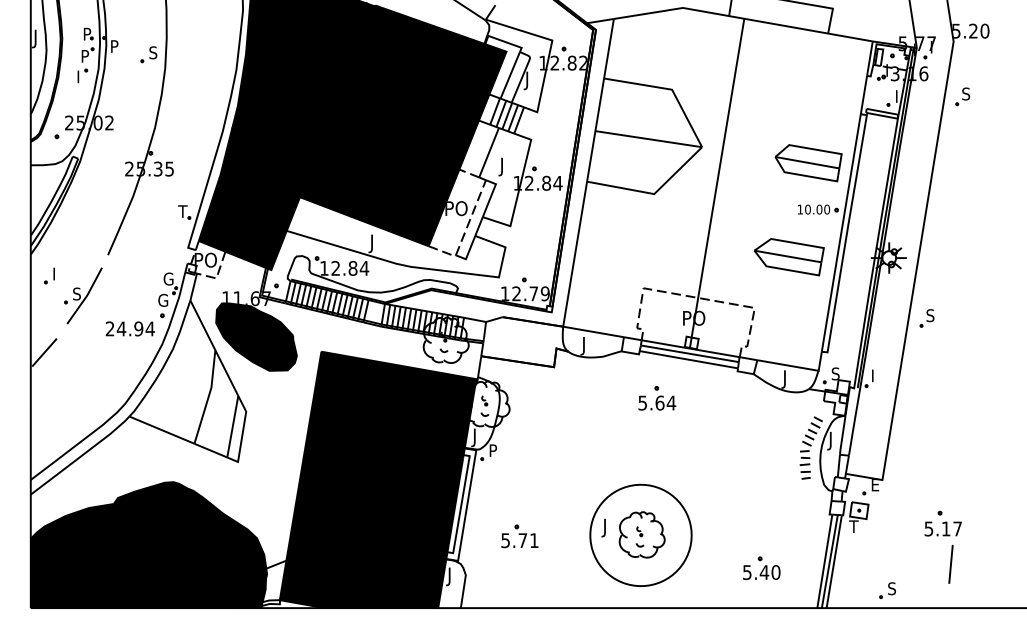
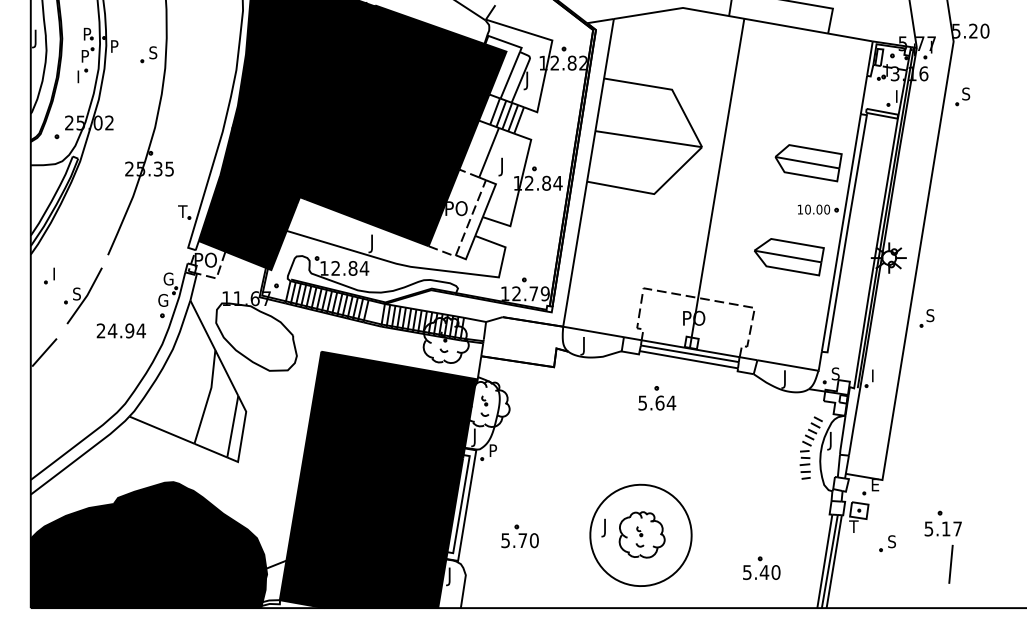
text at (129, 328) position: (129, 328) -> (120, 330)
fill at (256, 336): present -> none
text at (533, 540): 5.71 -> 5.70
part at (887, 590) position: (887, 590) -> (887, 543)
